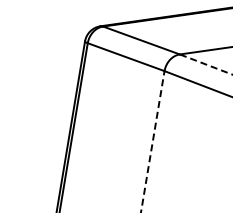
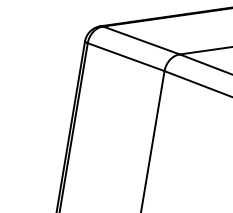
line at (205, 64): dashed -> solid
line at (152, 141): dashed -> solid
